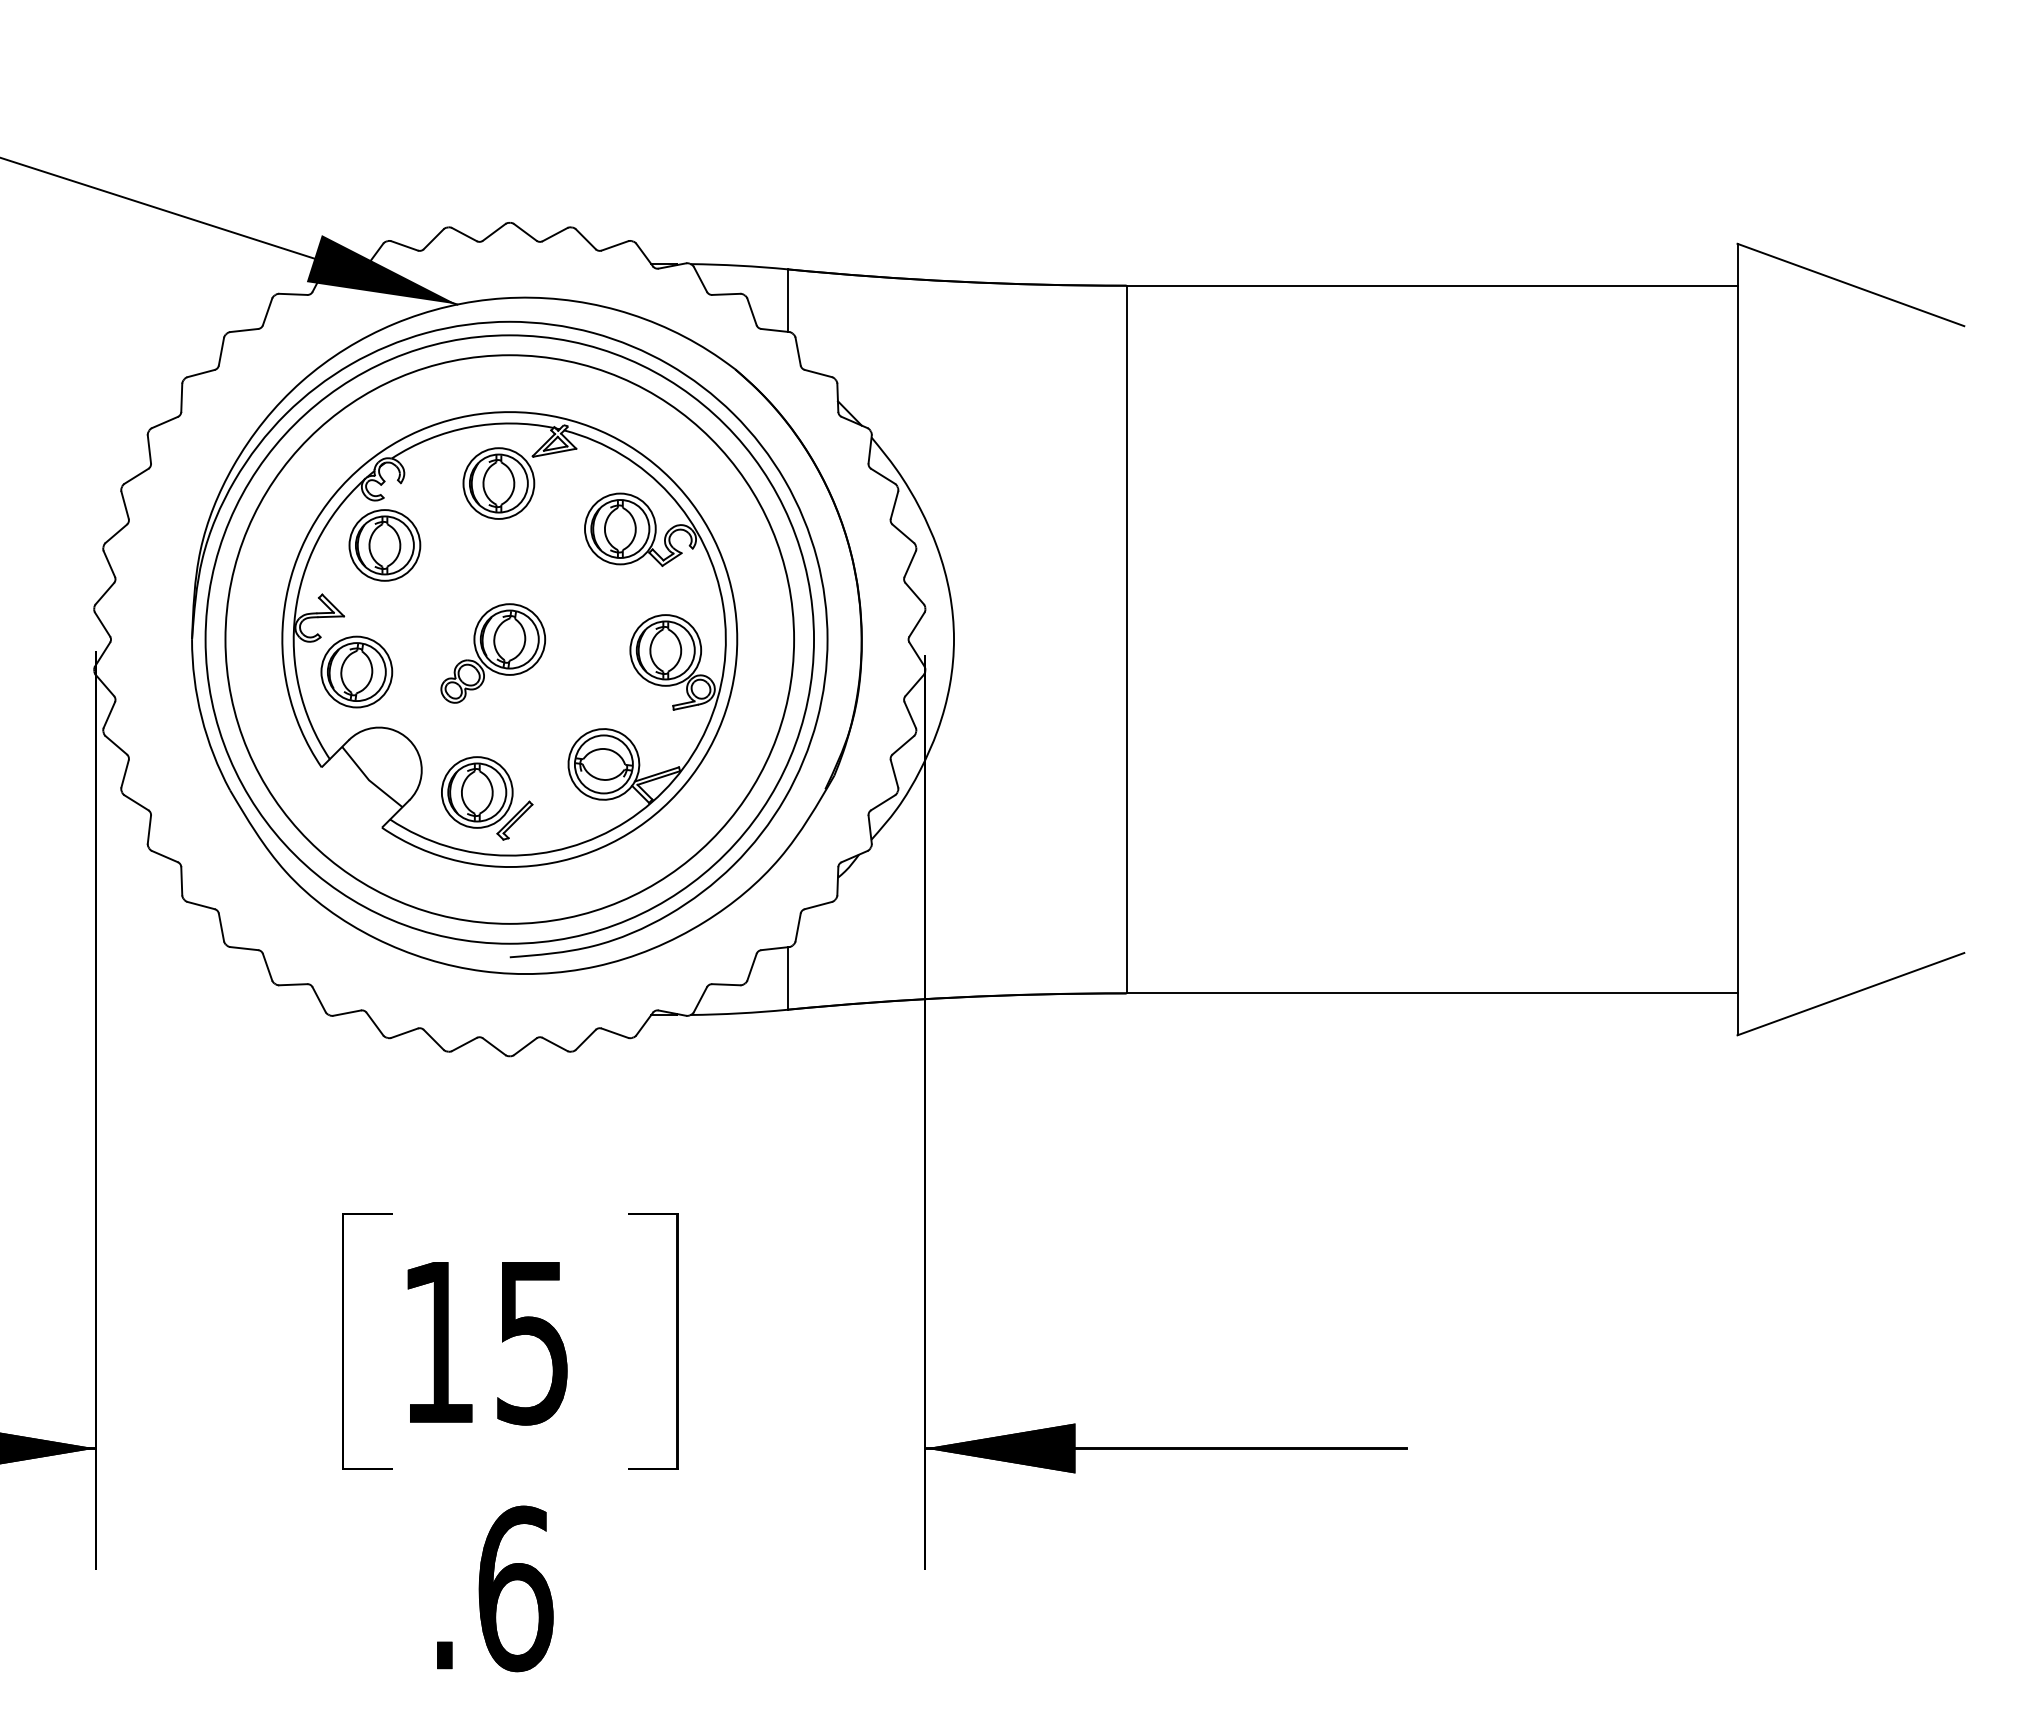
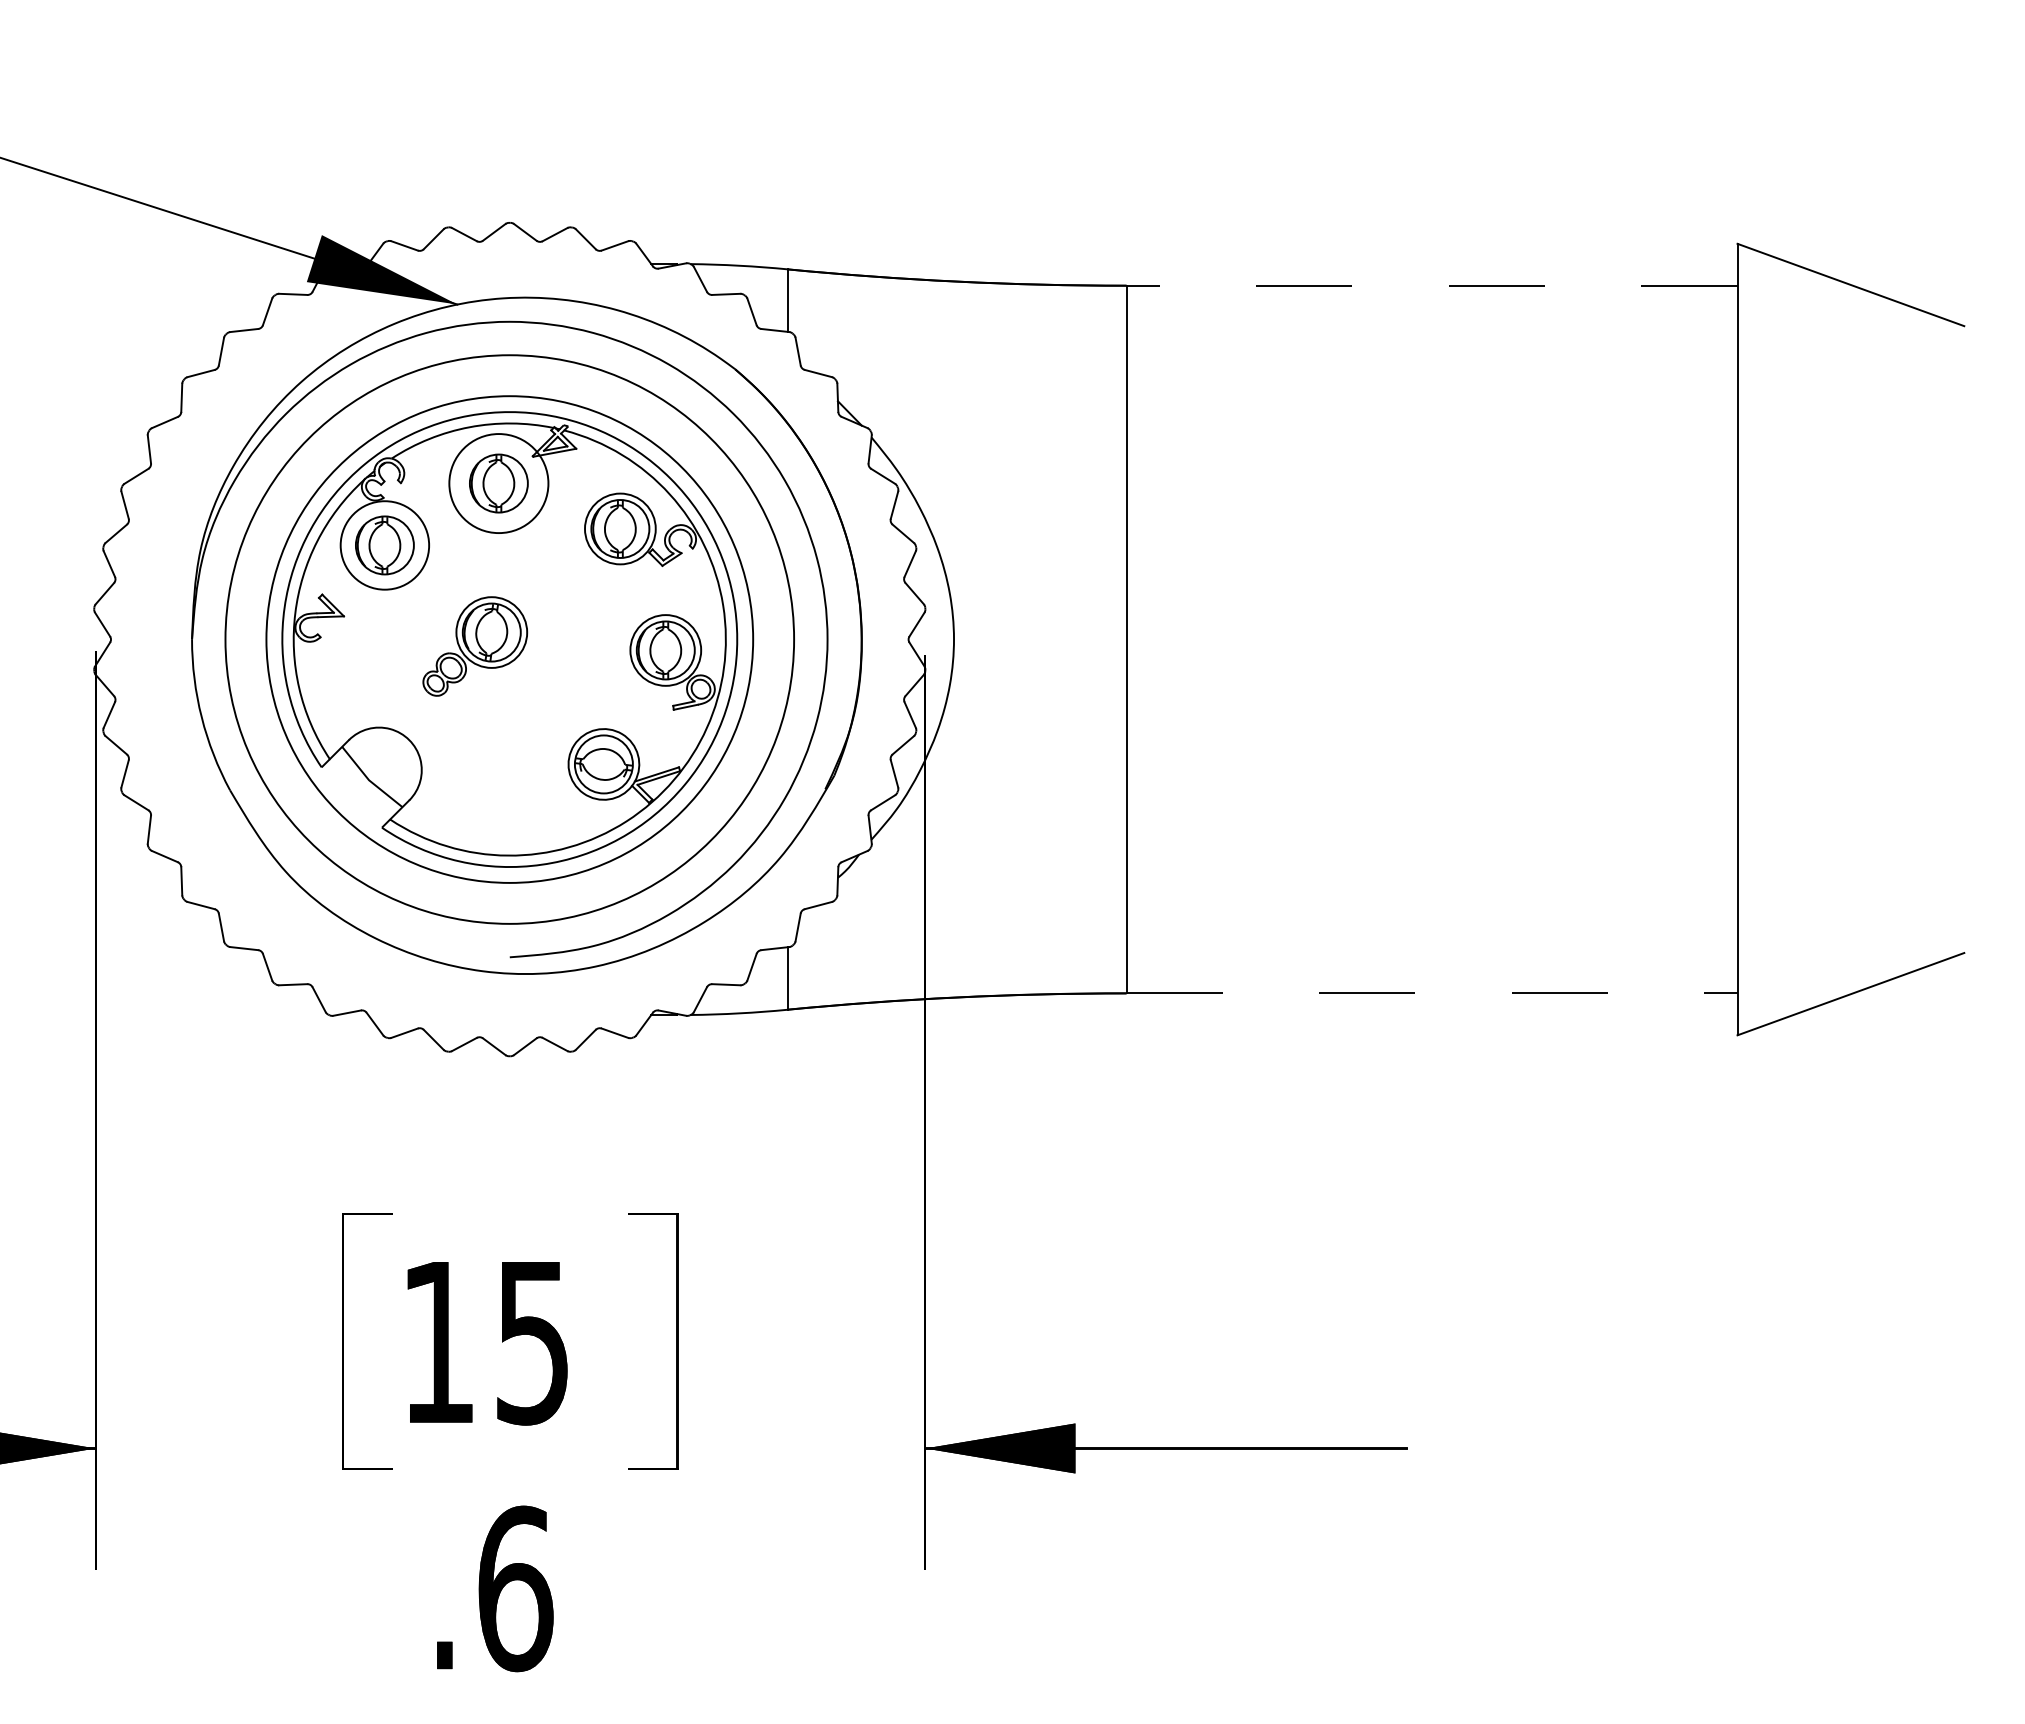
line at (1431, 285): solid -> dashed
circle at (498, 483) diameter: 71 px -> 99 px
circle at (384, 545) diameter: 71 px -> 88 px
circle at (509, 639) diameter: 608 px -> 487 px
part at (493, 653) position: (493, 653) -> (475, 646)
part at (356, 671): present -> none
part at (487, 798): present -> none
line at (1432, 993): solid -> dashed
